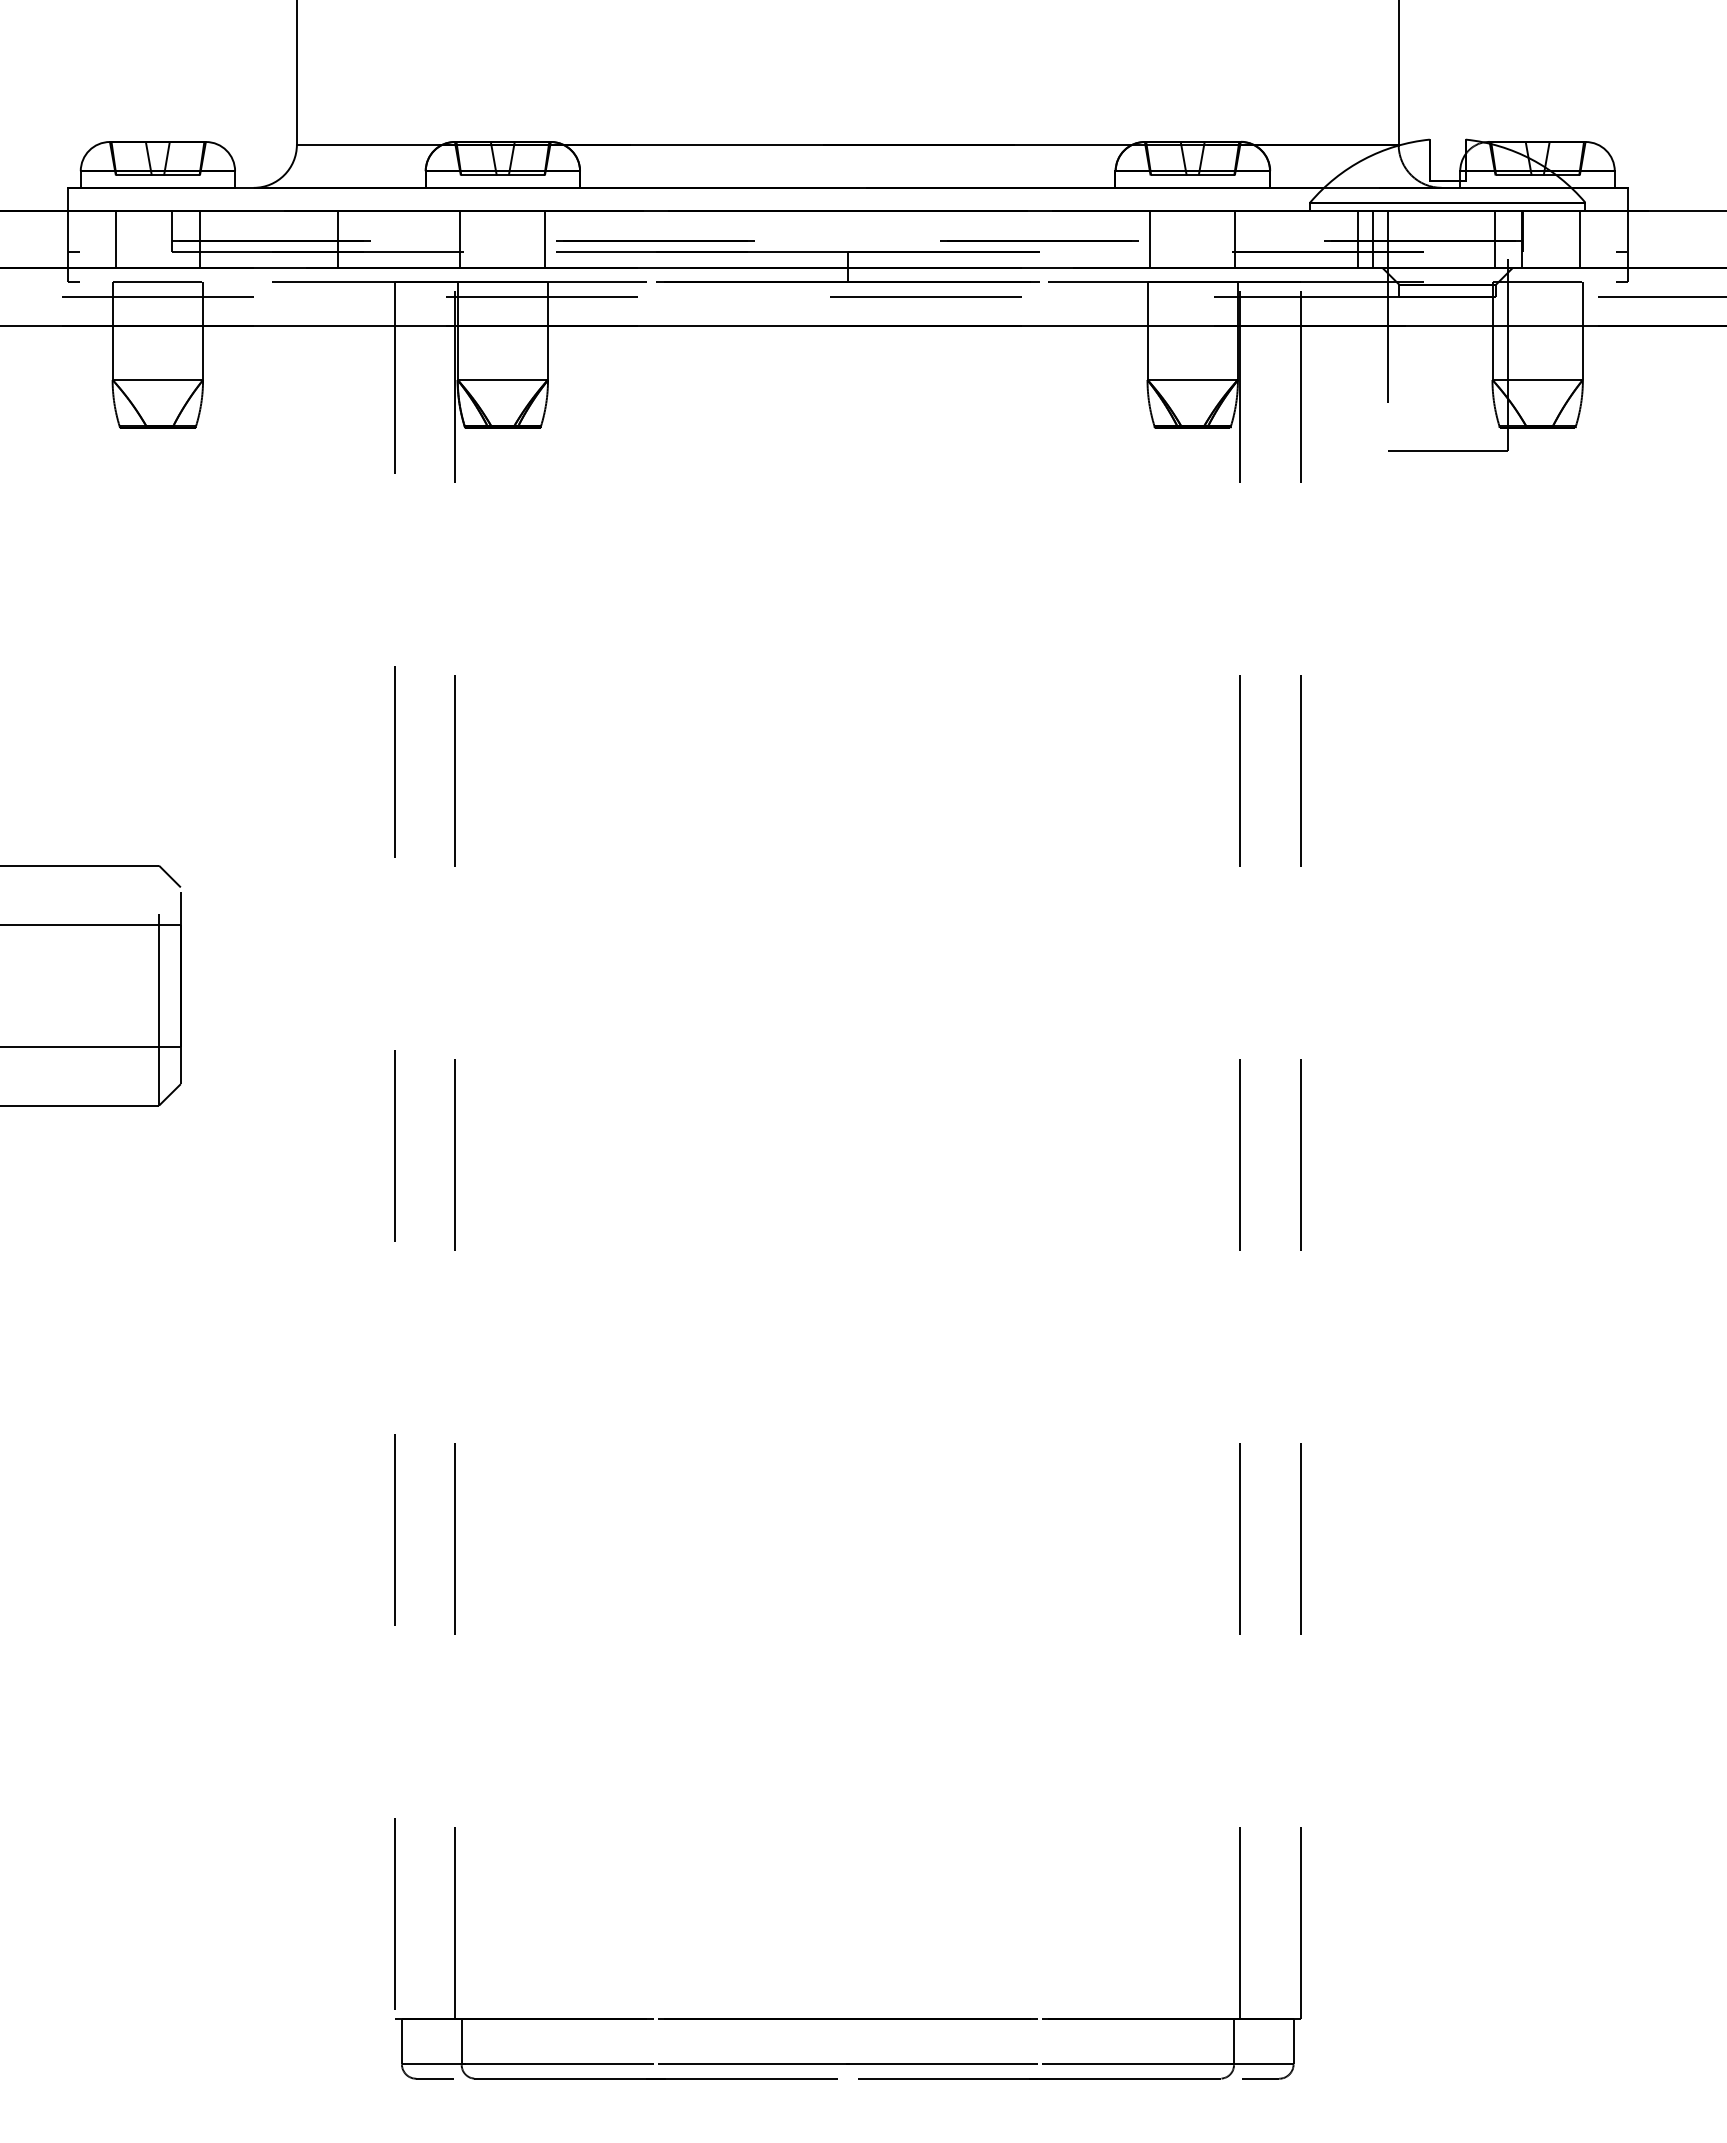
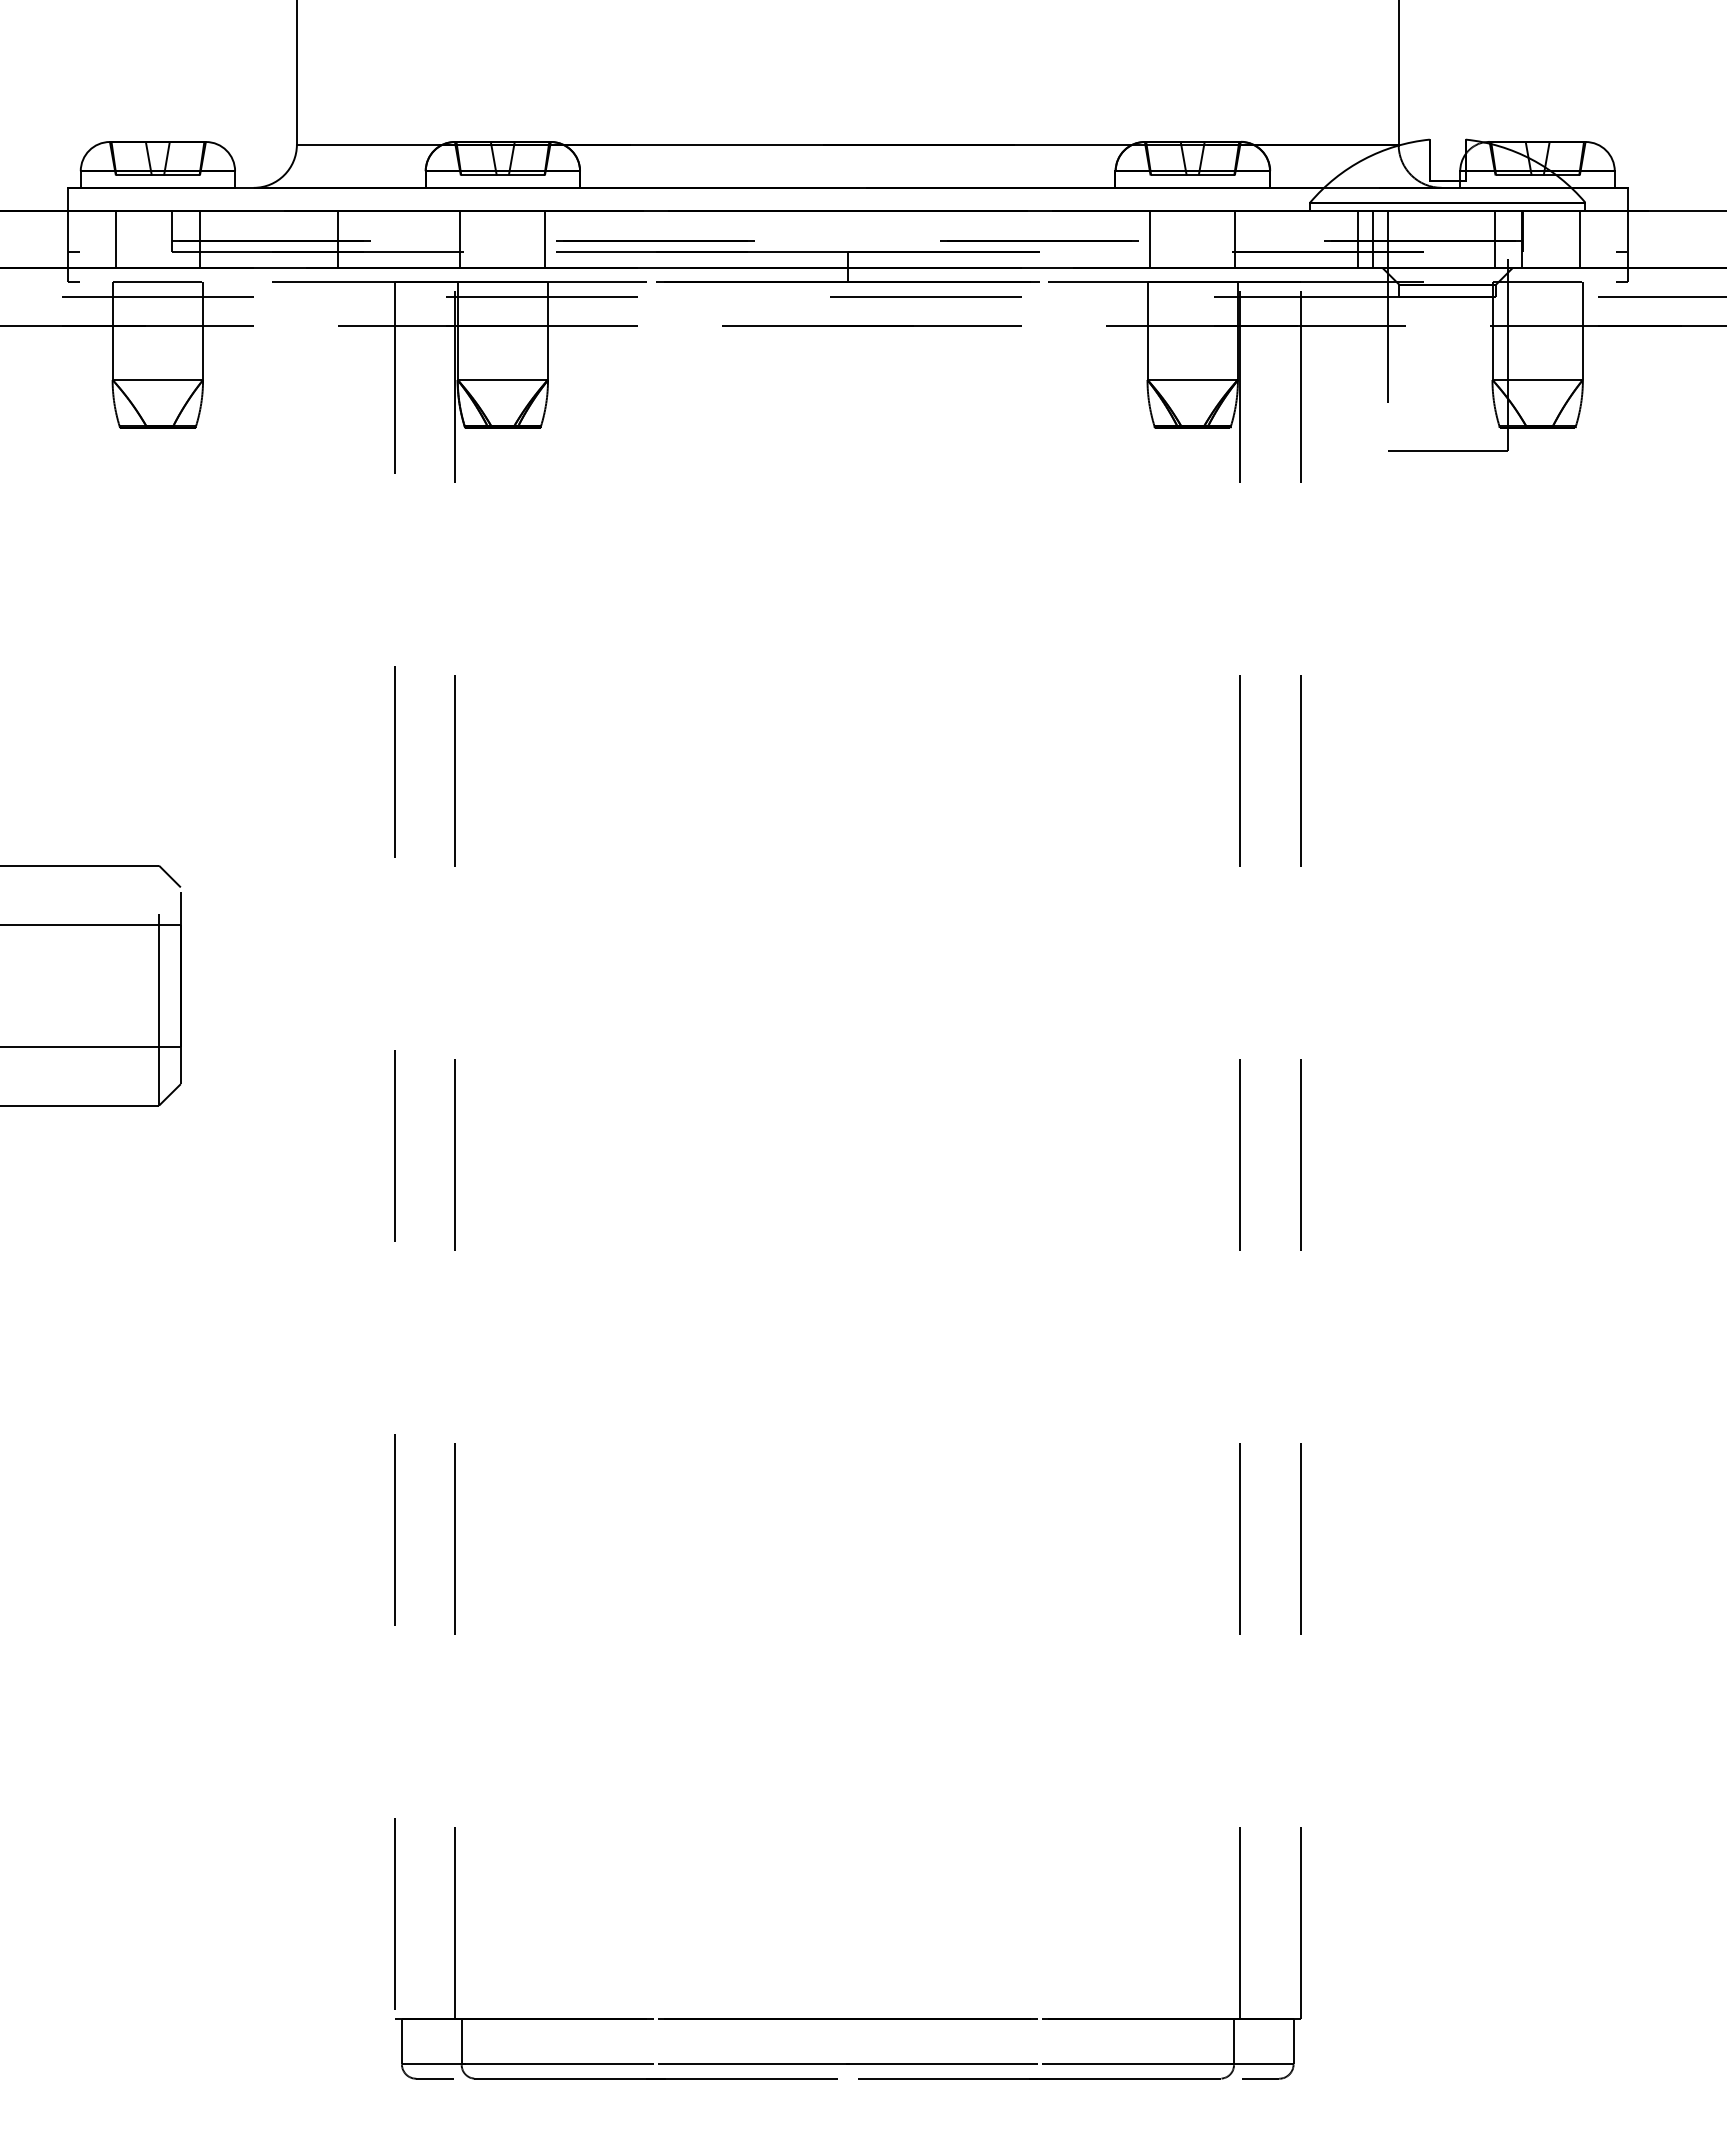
line at (863, 325): solid -> dashed
